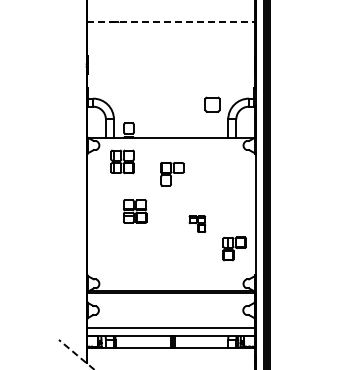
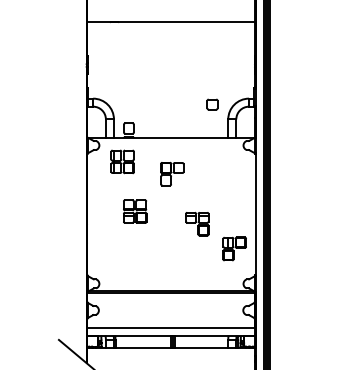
line at (171, 21): dashed -> solid
part at (212, 104) size: 17x17 px -> 13x13 px
part at (197, 223) size: 19x18 px -> 25x25 px
line at (76, 354): dashed -> solid
